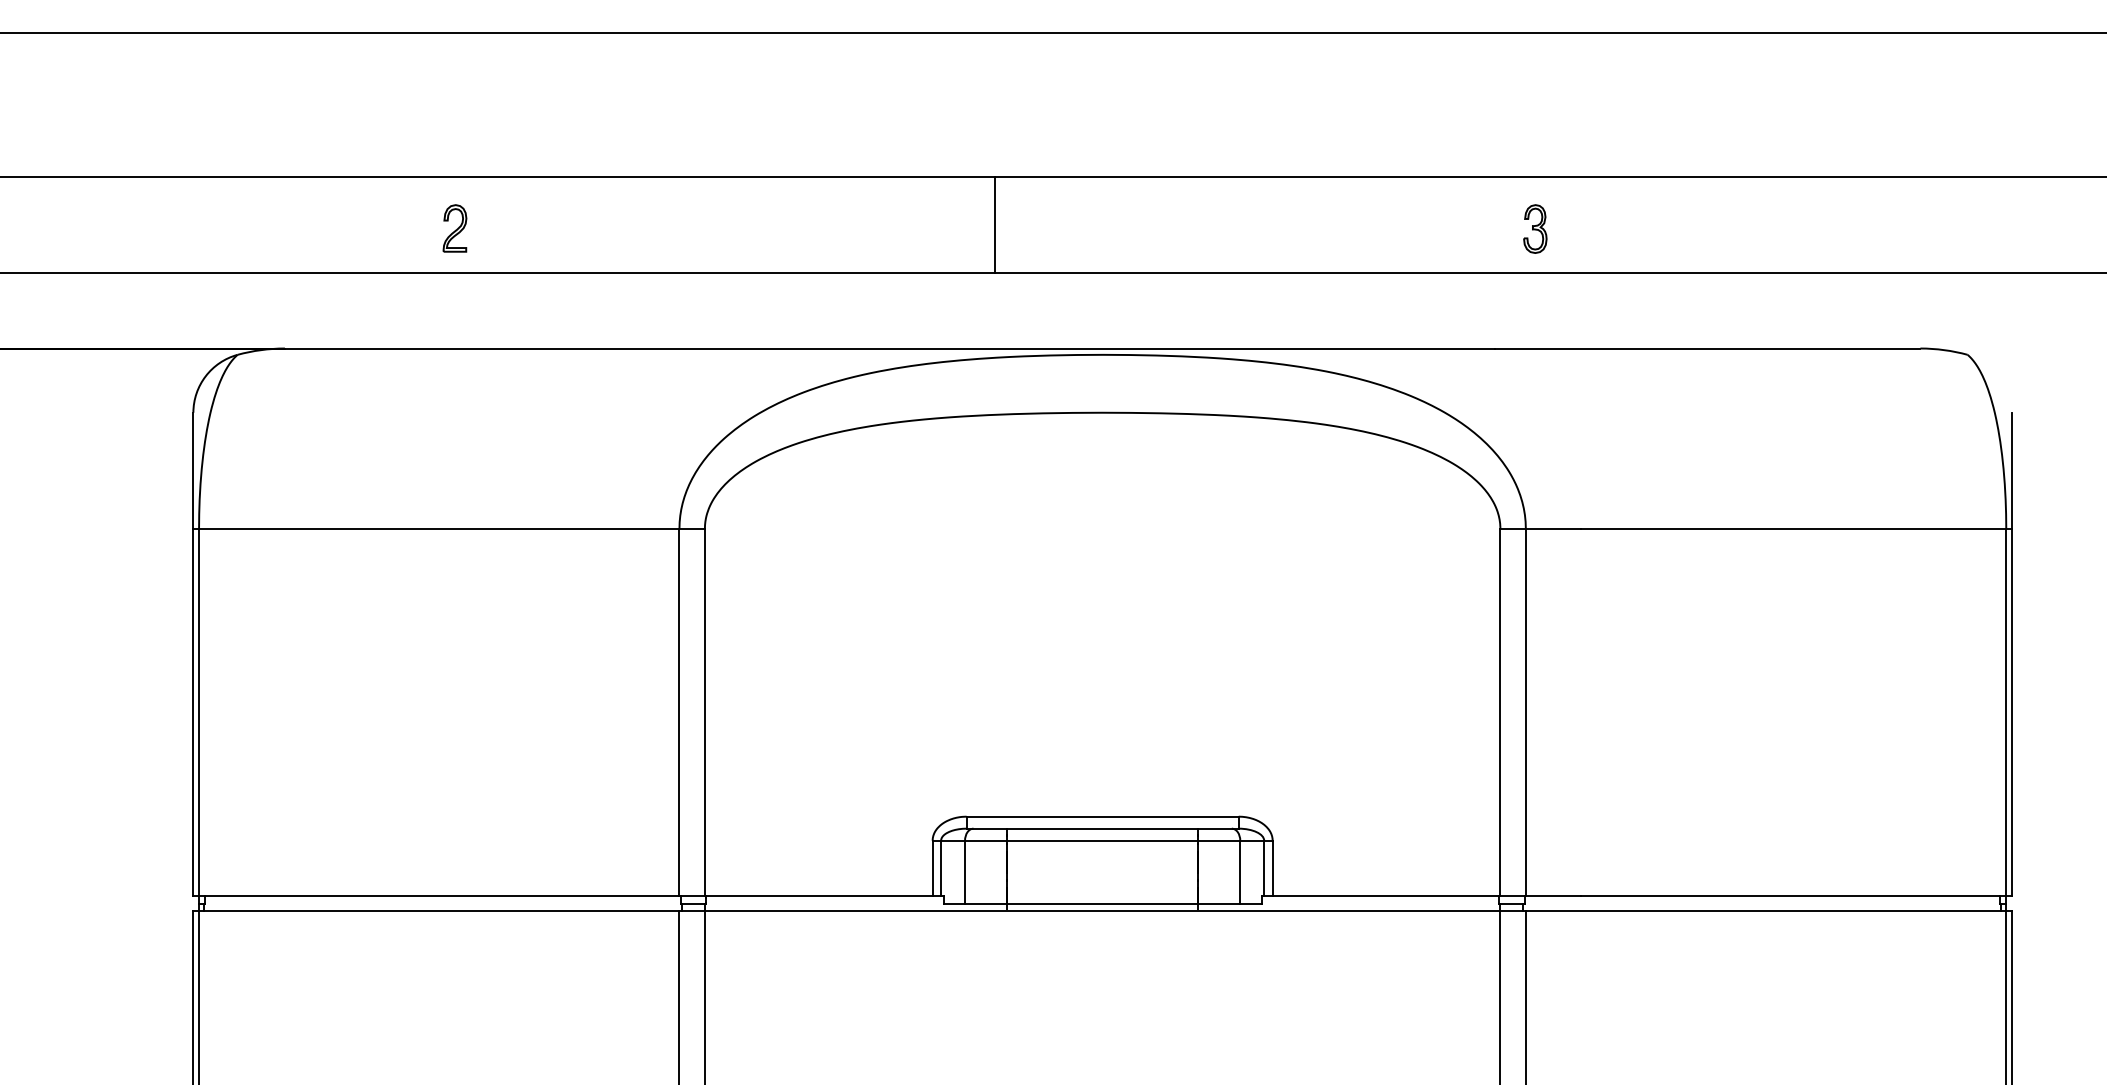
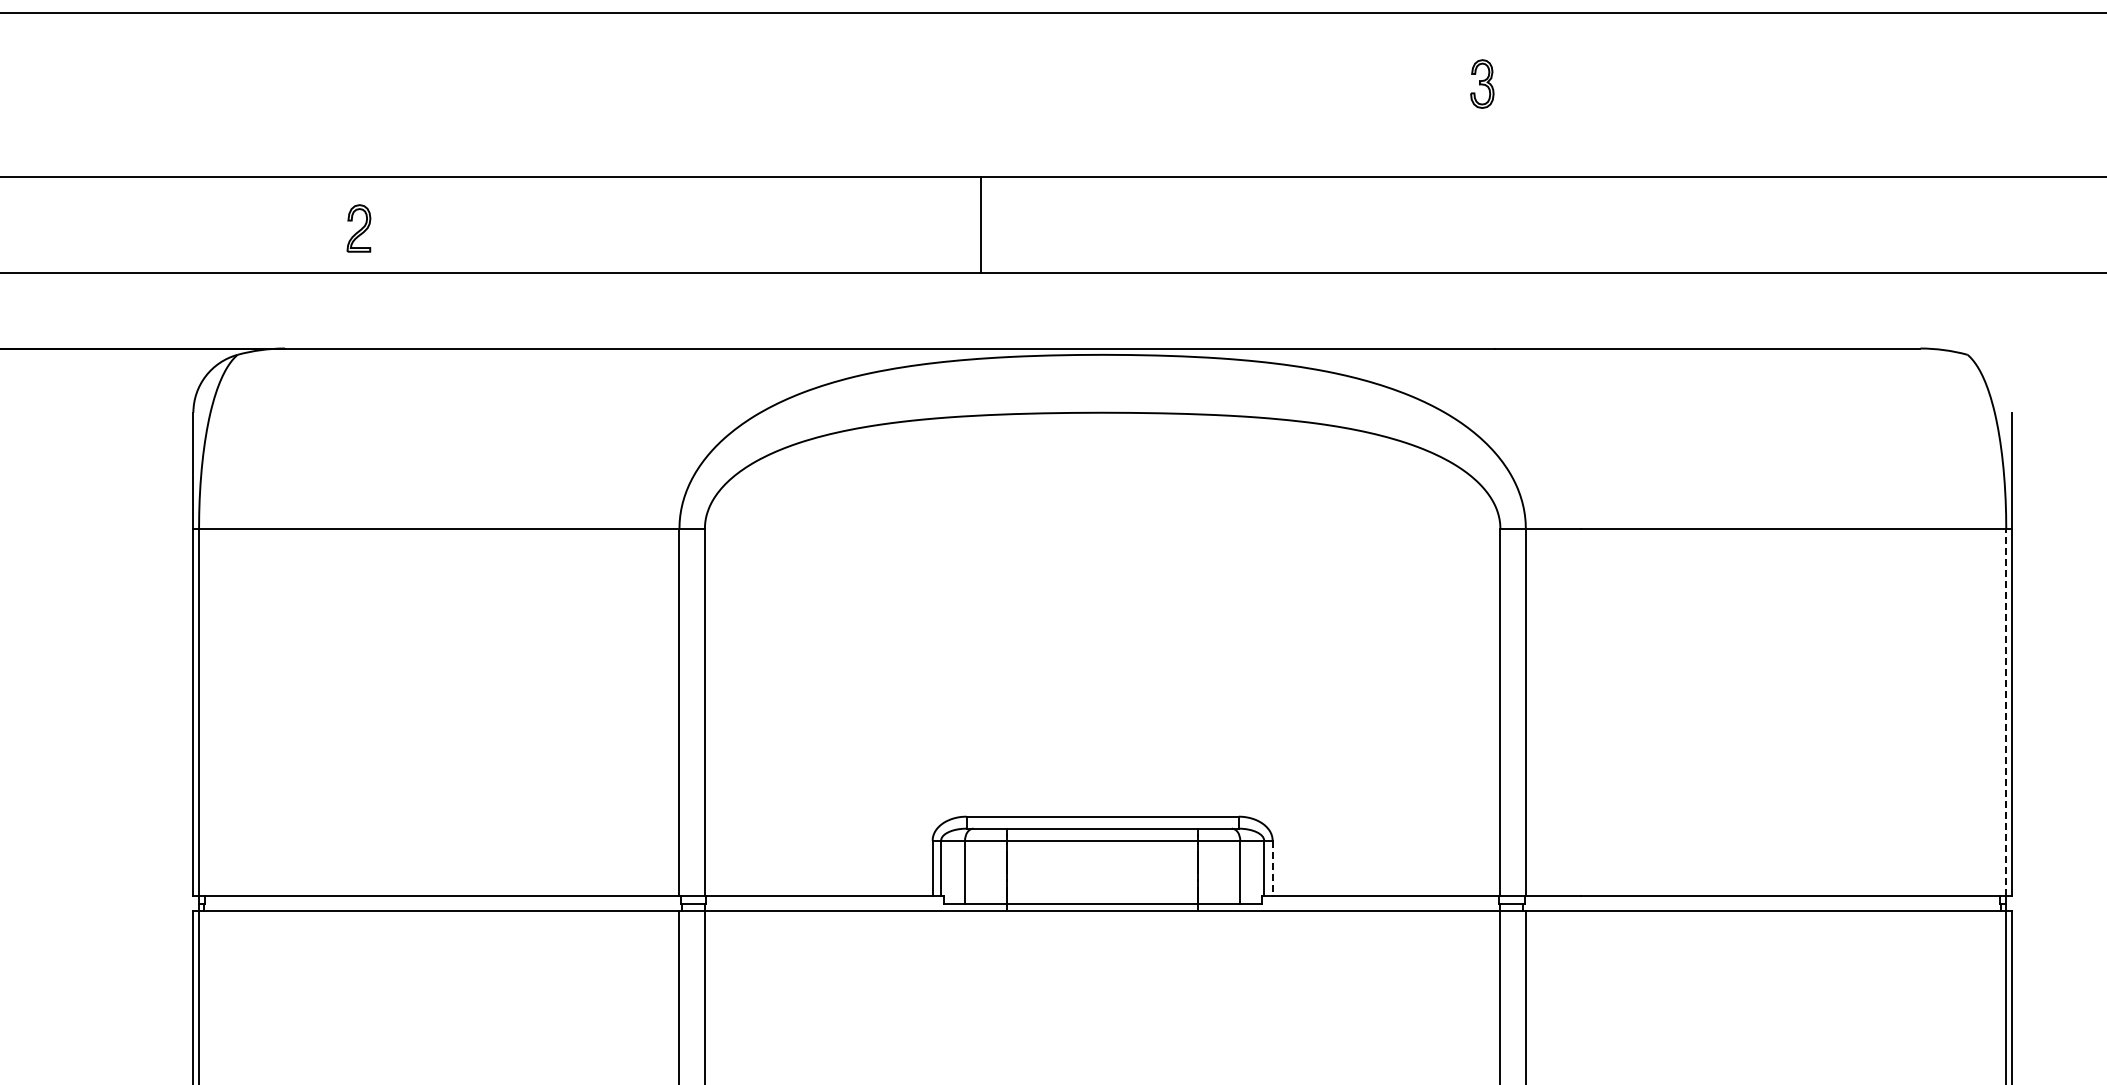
line at (1052, 32) position: (1052, 32) -> (1052, 12)
line at (995, 224) position: (995, 224) -> (981, 224)
part at (454, 228) position: (454, 228) -> (358, 228)
part at (1535, 228) position: (1535, 228) -> (1482, 83)
line at (2006, 712): solid -> dashed
line at (1272, 868): solid -> dashed
